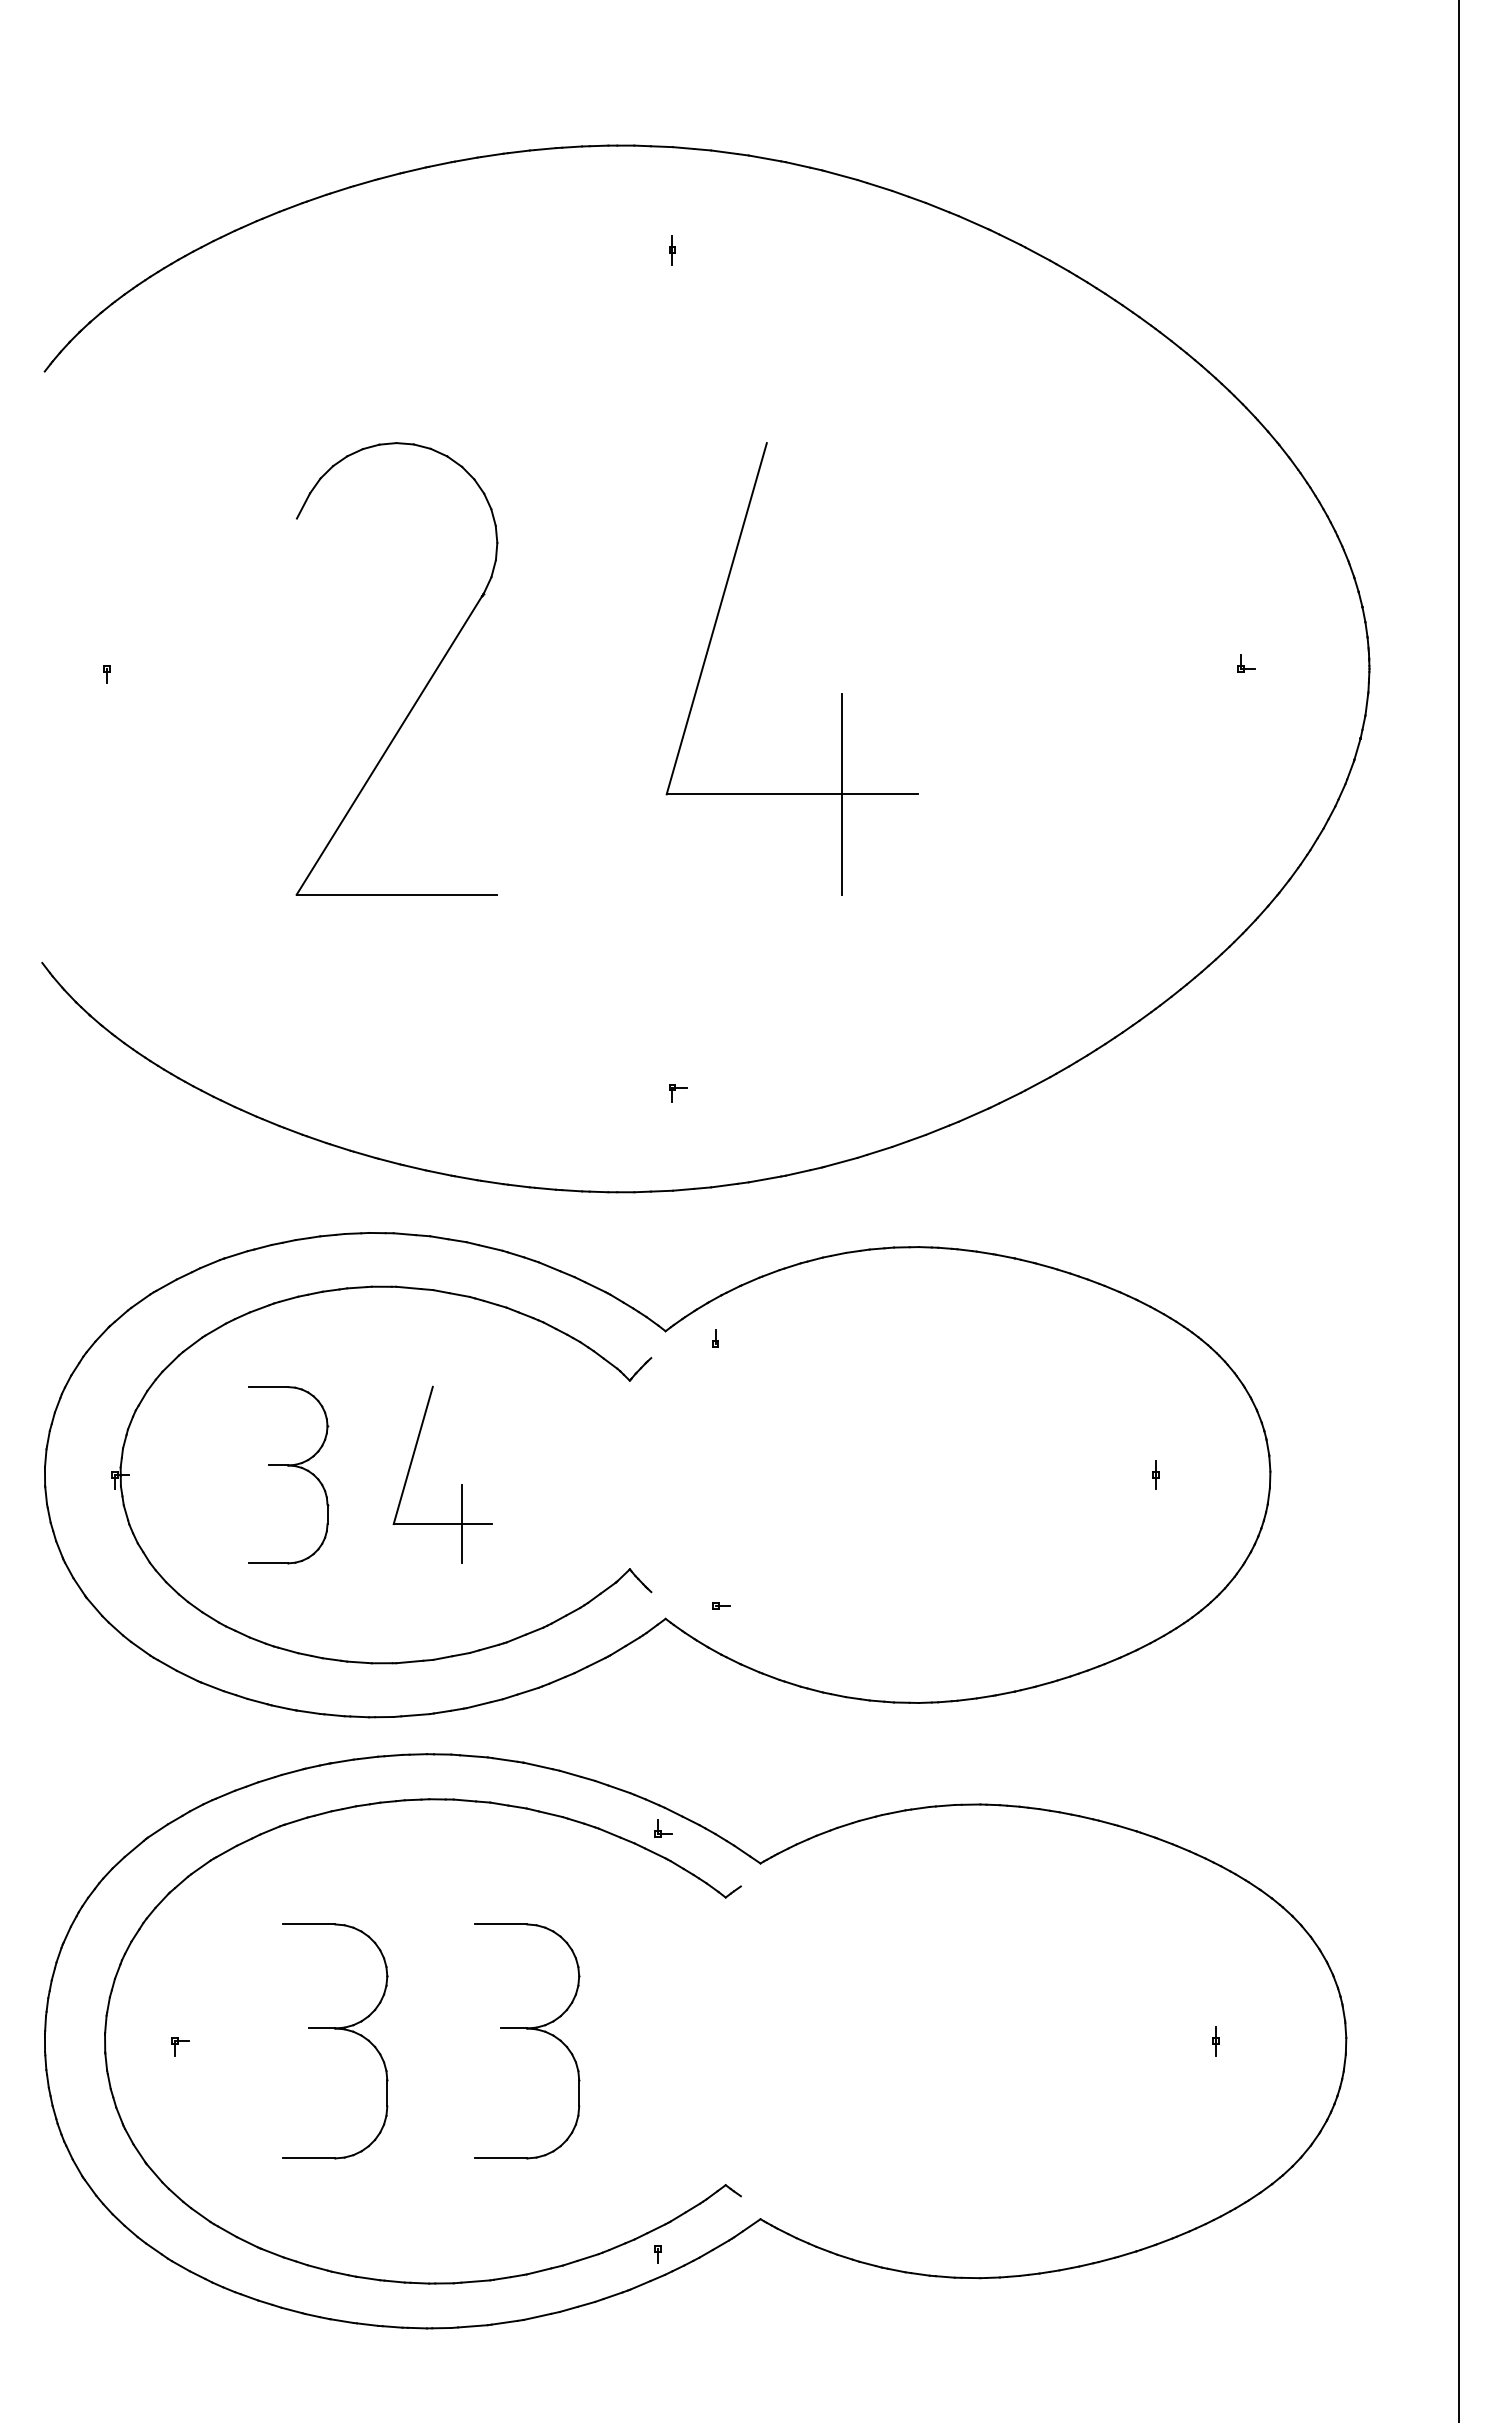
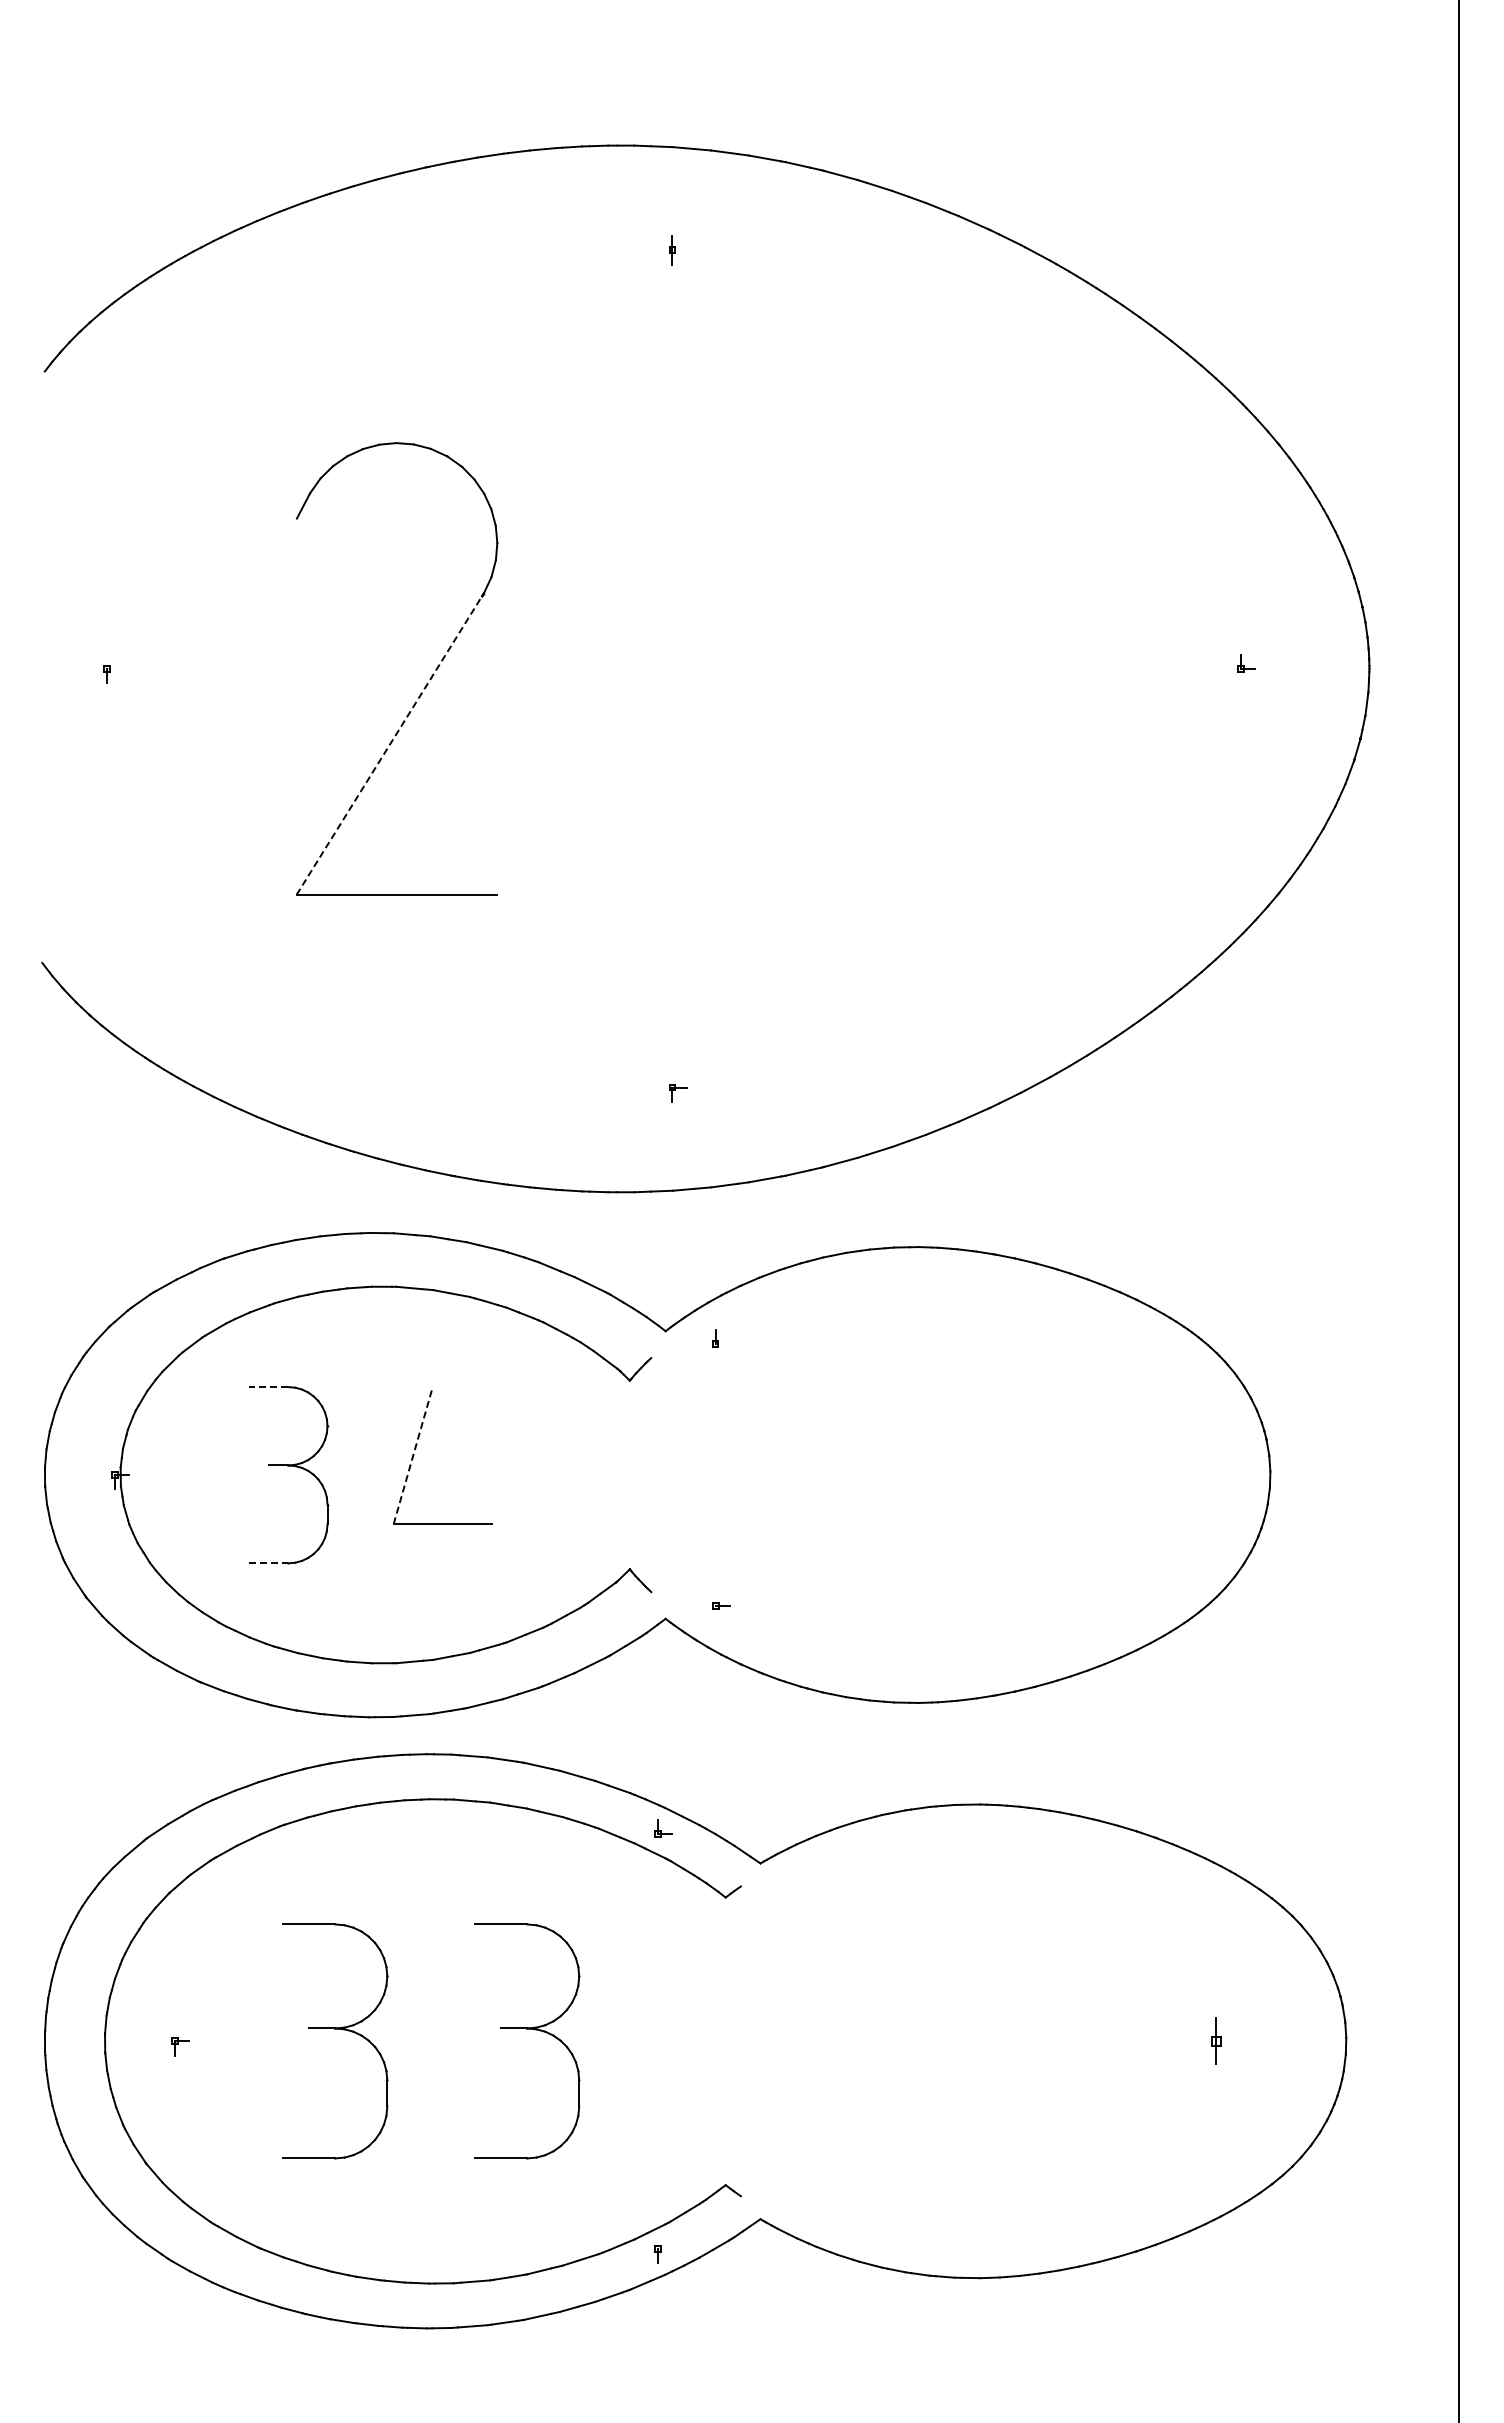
part at (841, 693): present -> none
line at (389, 745): solid -> dashed
line at (268, 1387): solid -> dashed
line at (413, 1455): solid -> dashed
part at (1155, 1474): present -> none
line at (462, 1523): present -> none
line at (268, 1563): solid -> dashed
part at (1215, 2041) size: 8x31 px -> 11x48 px
